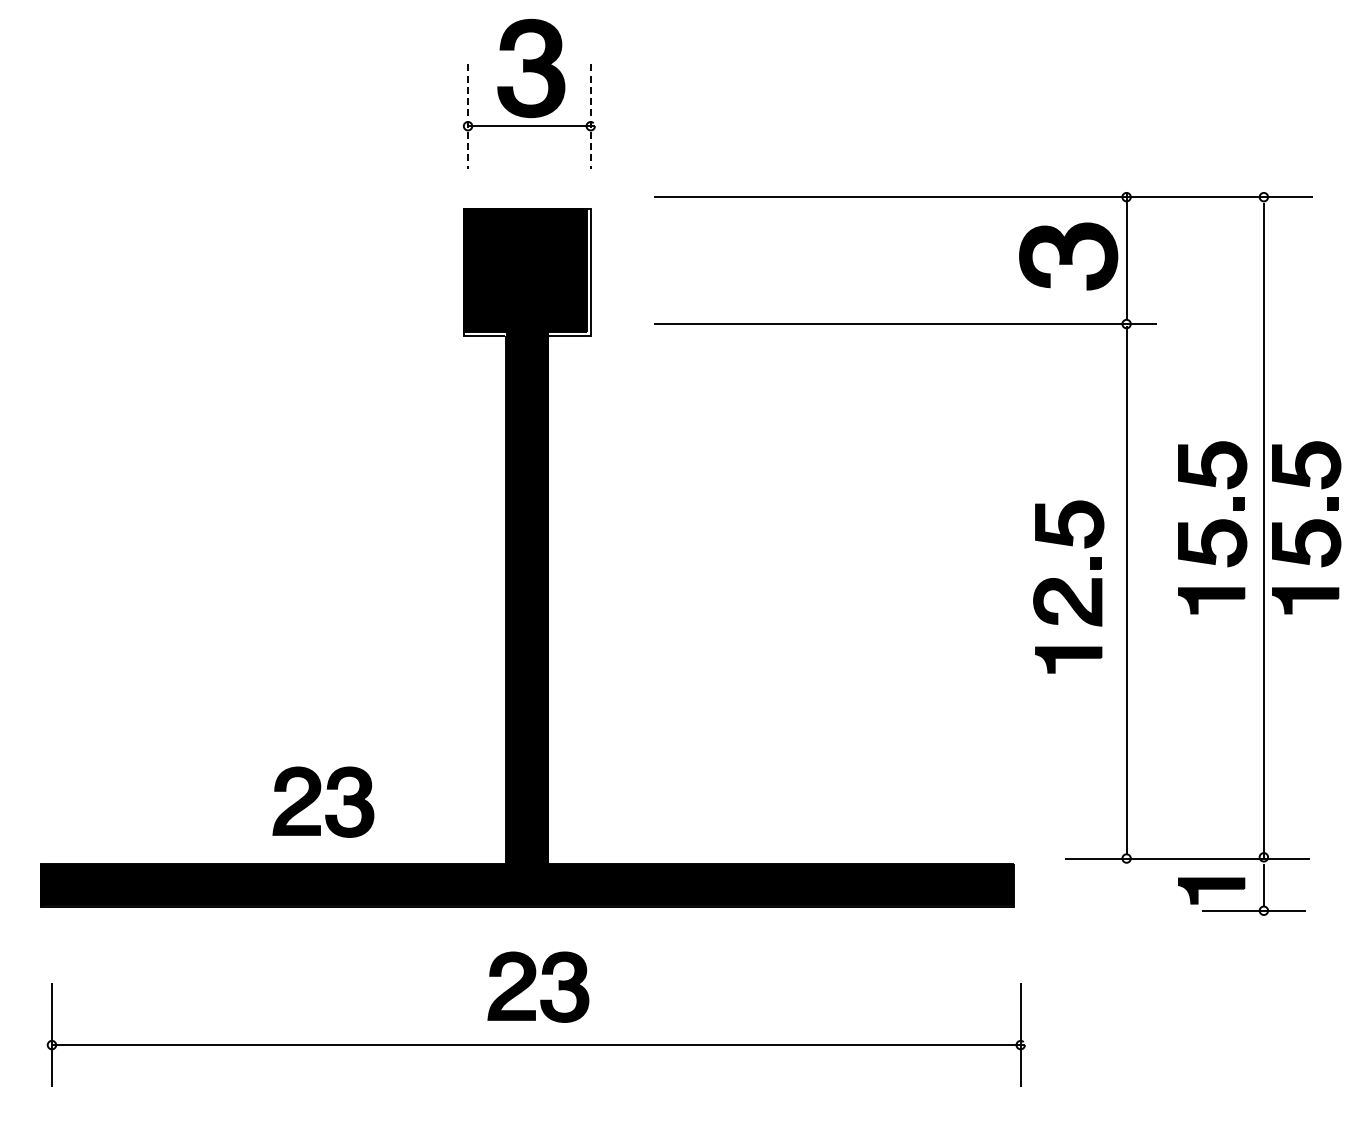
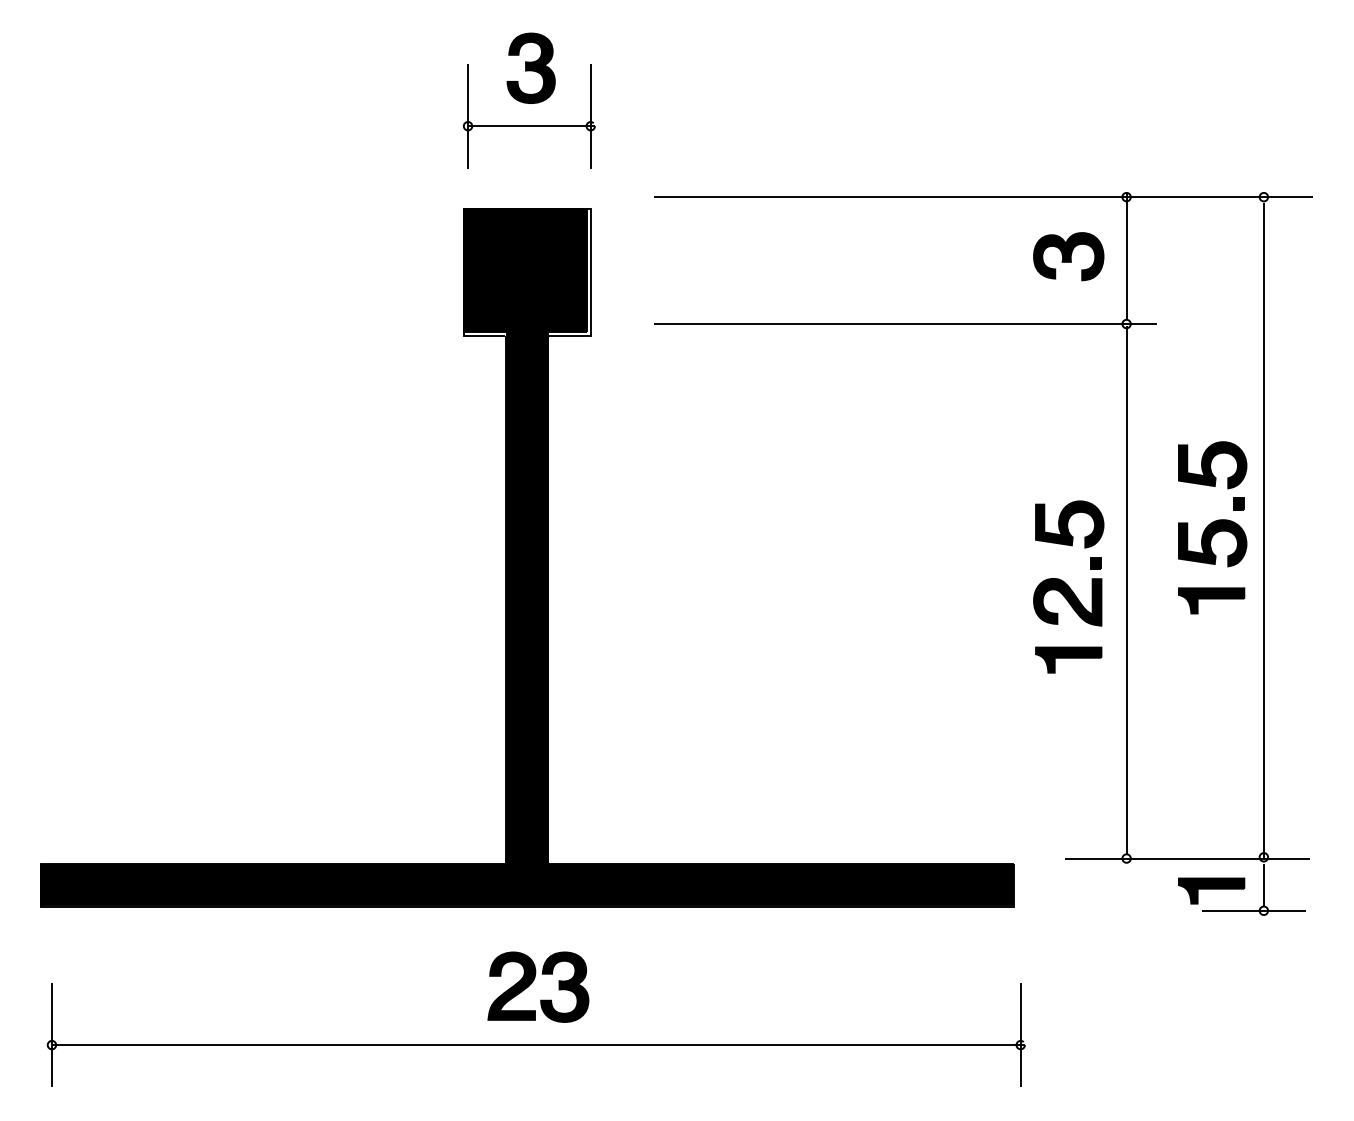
part at (531, 68) size: 69x101 px -> 50x72 px
line at (468, 116): dashed -> solid
line at (590, 116): dashed -> solid
part at (1068, 256) size: 100x69 px -> 72x50 px
part at (1306, 527): present -> none
part at (317, 798): present -> none
